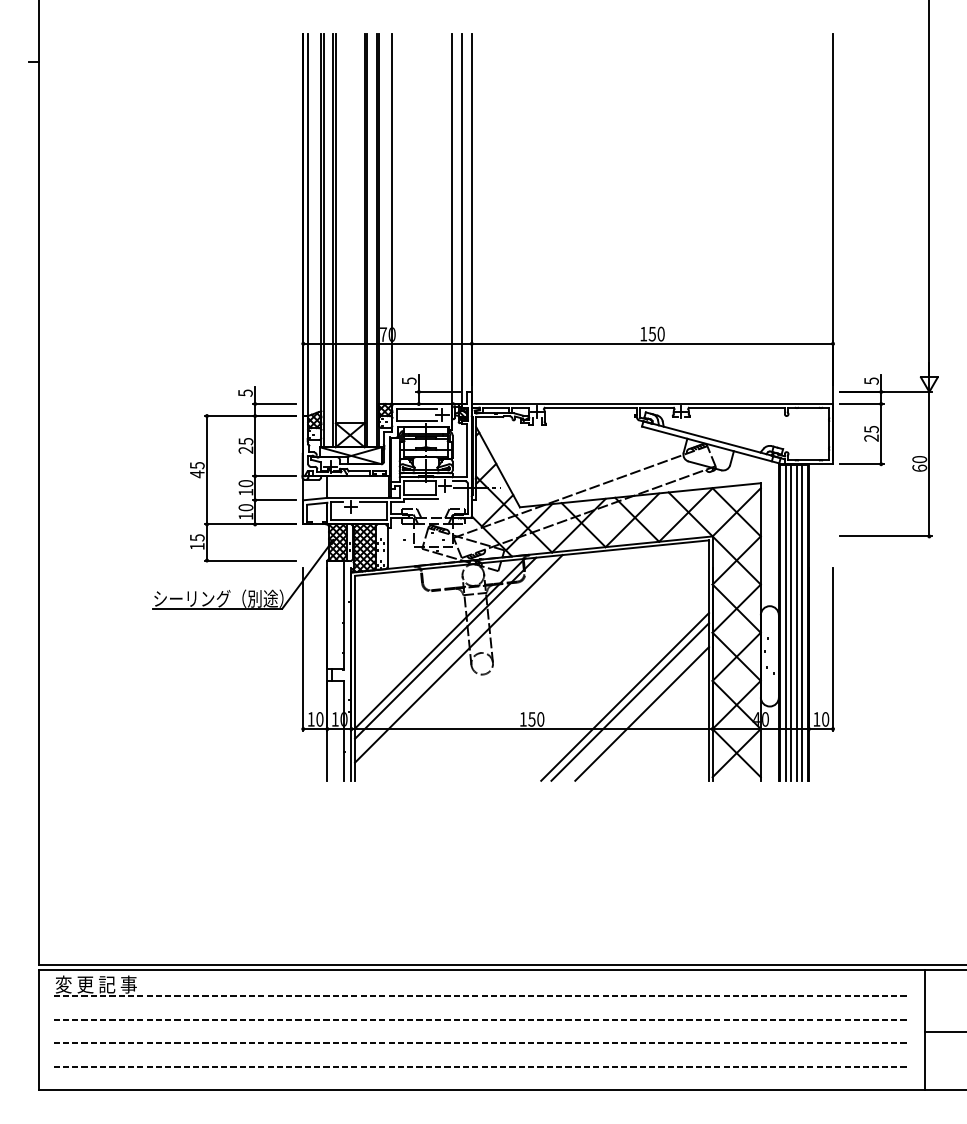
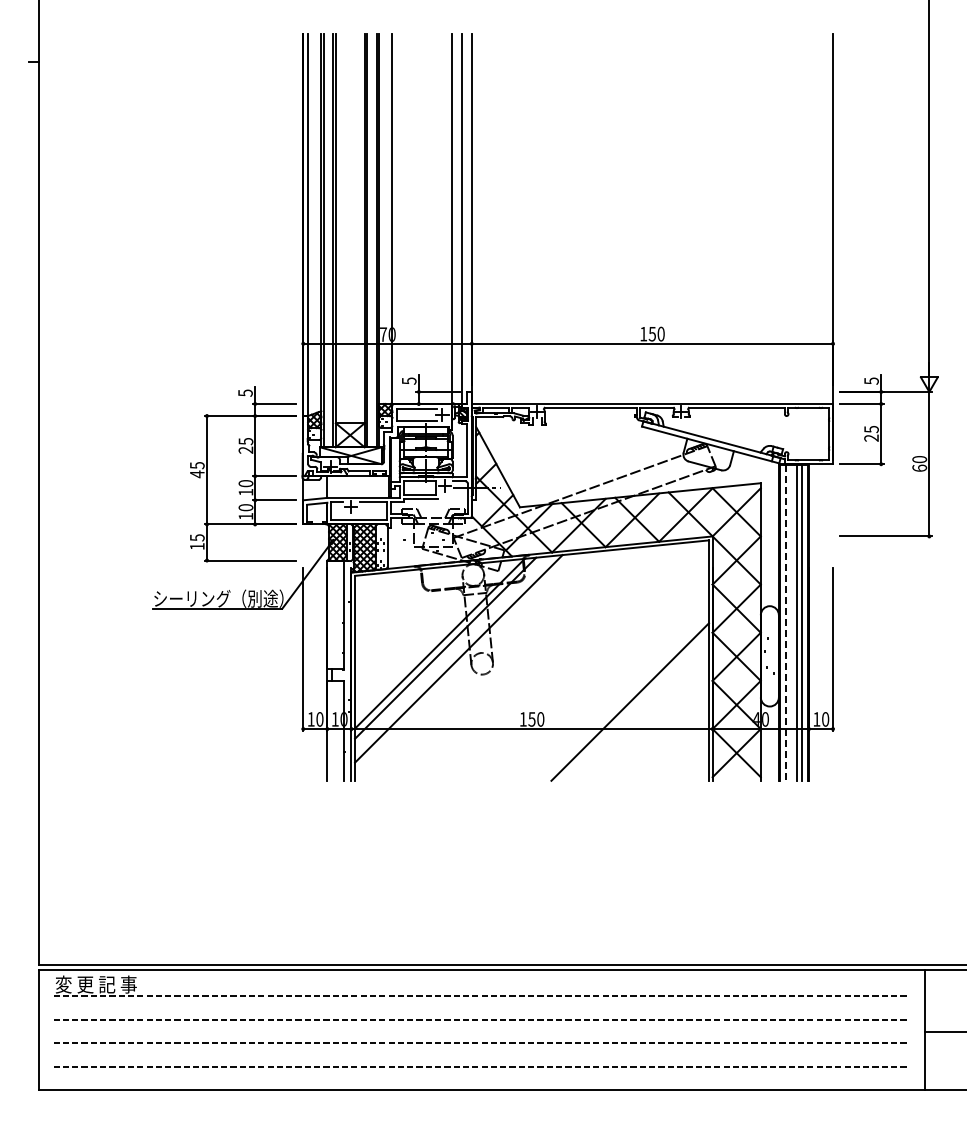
line at (791, 622): present -> none
line at (785, 623): solid -> dashed
line at (625, 696): present -> none
line at (642, 713): present -> none
